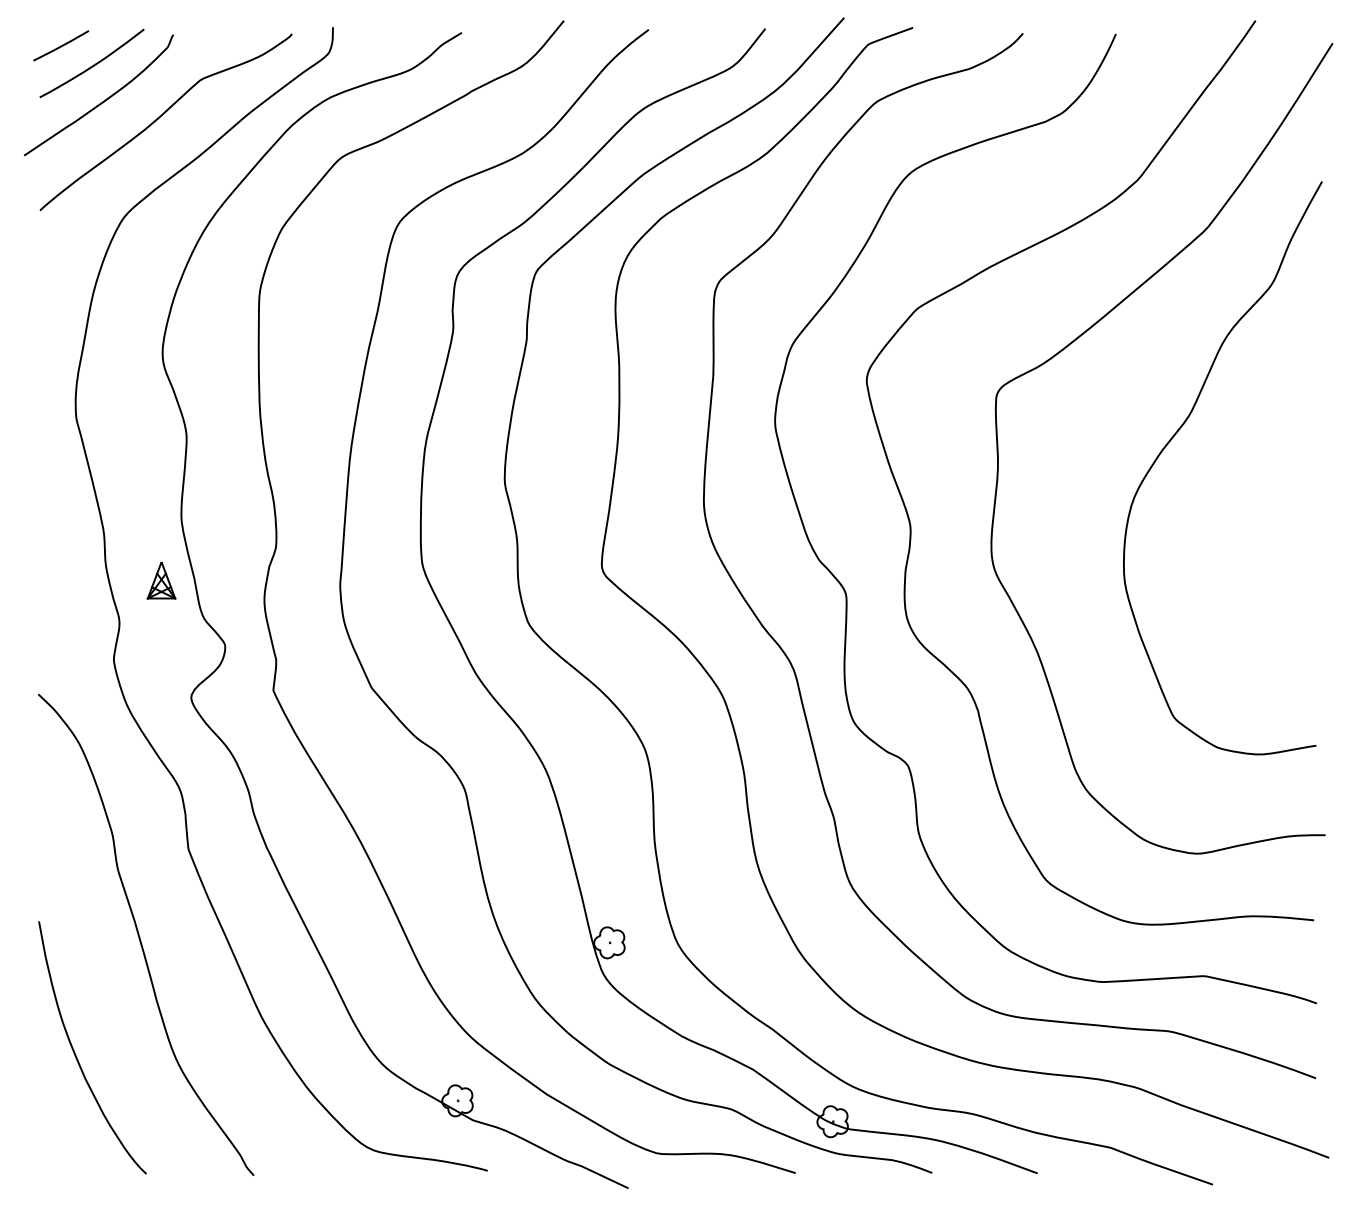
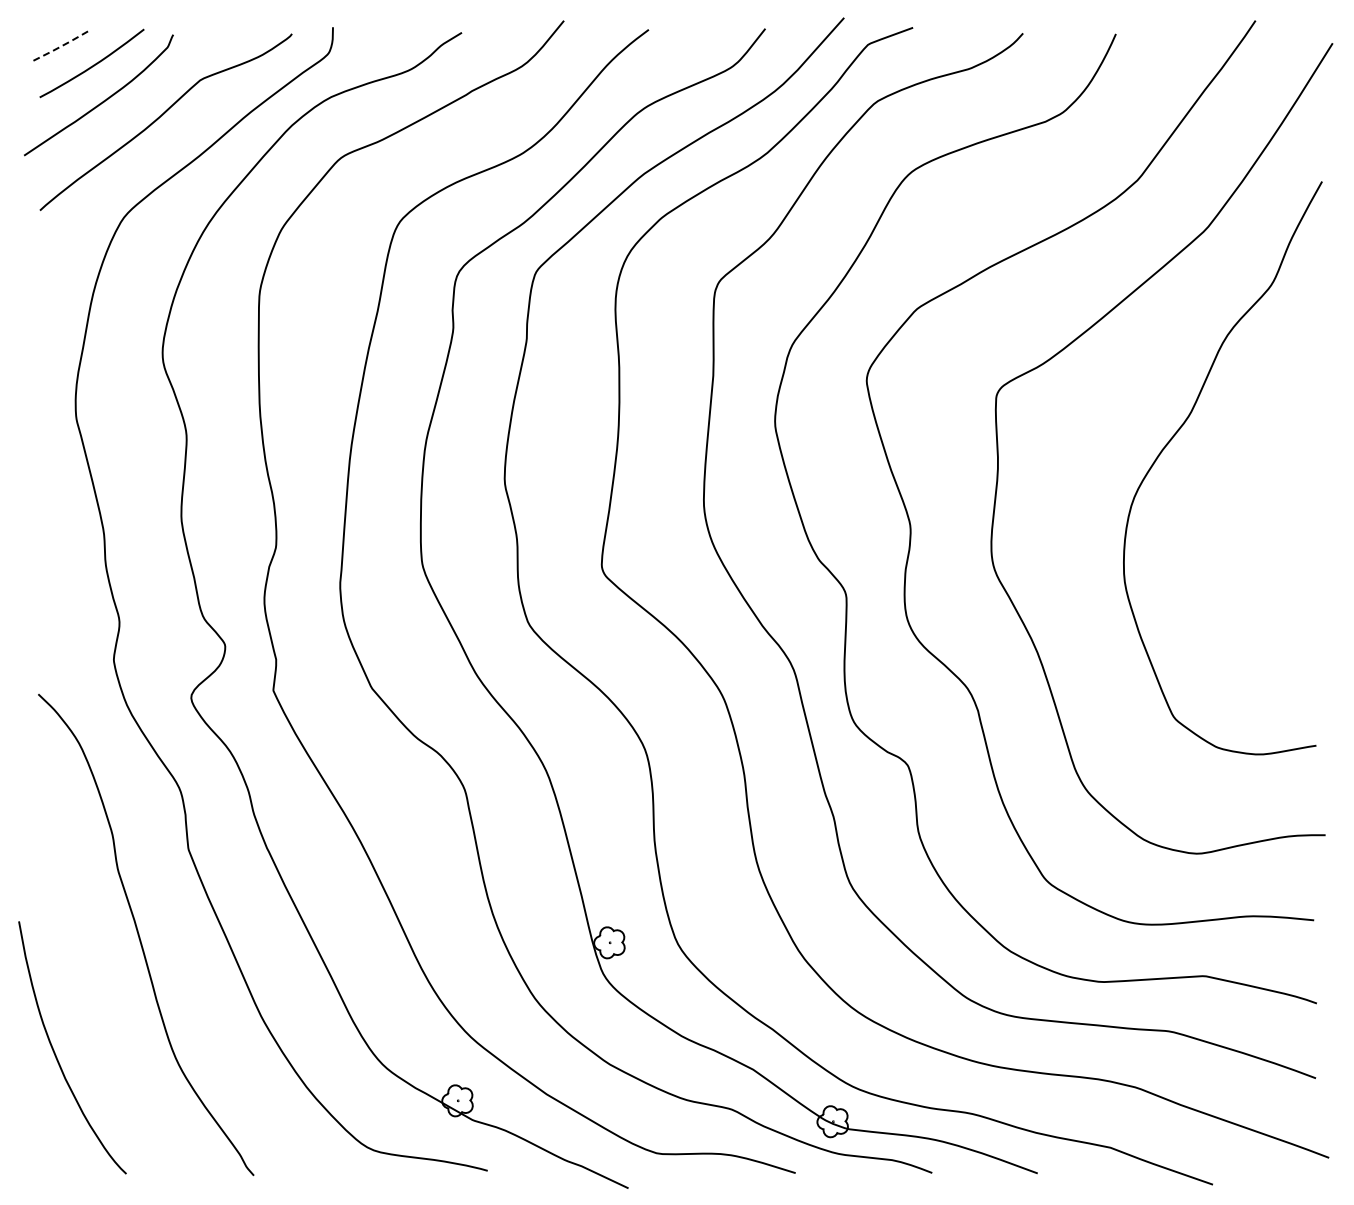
line at (61, 46): solid -> dashed
part at (161, 580): present -> none
curve at (76, 1054) position: (76, 1054) -> (56, 1054)
